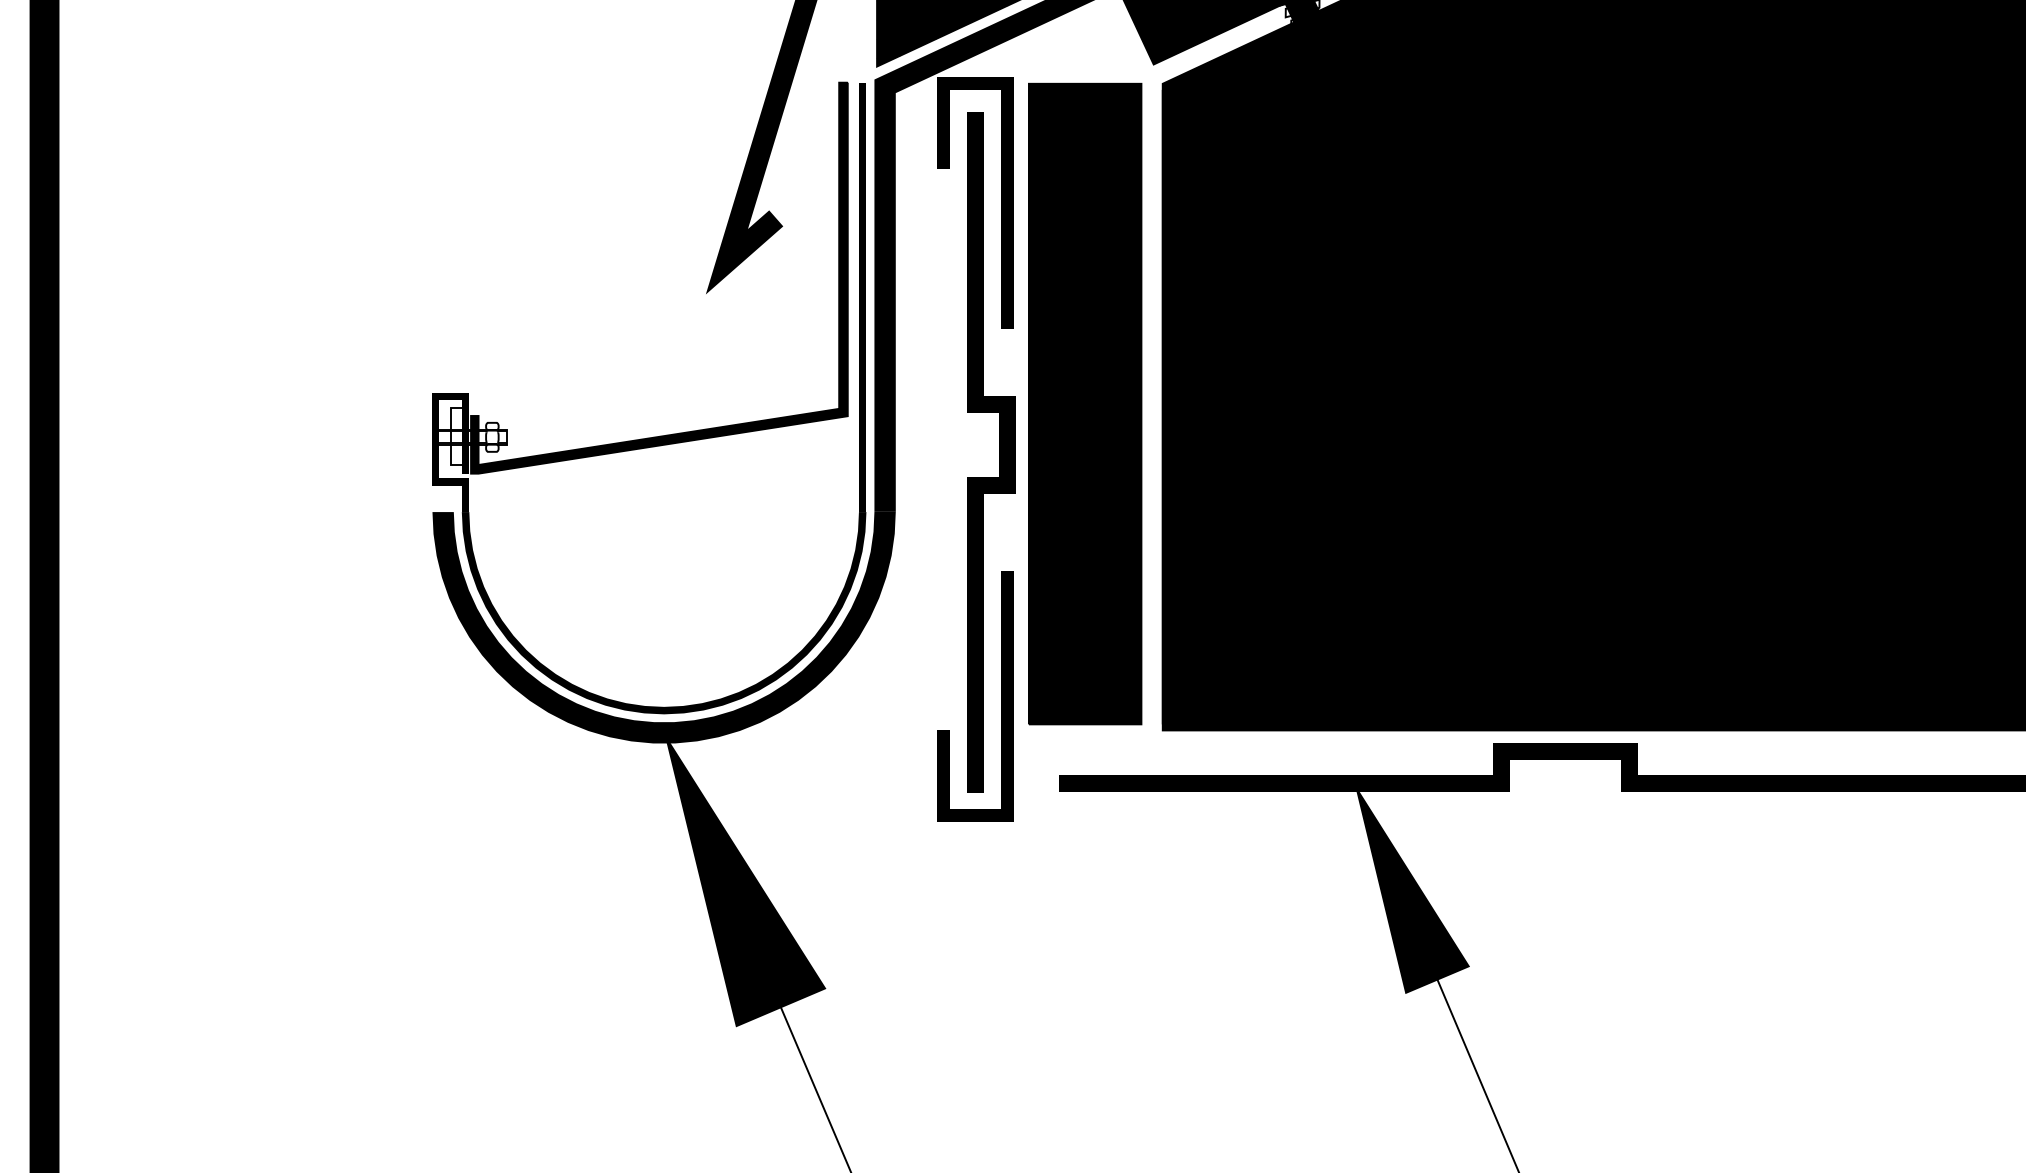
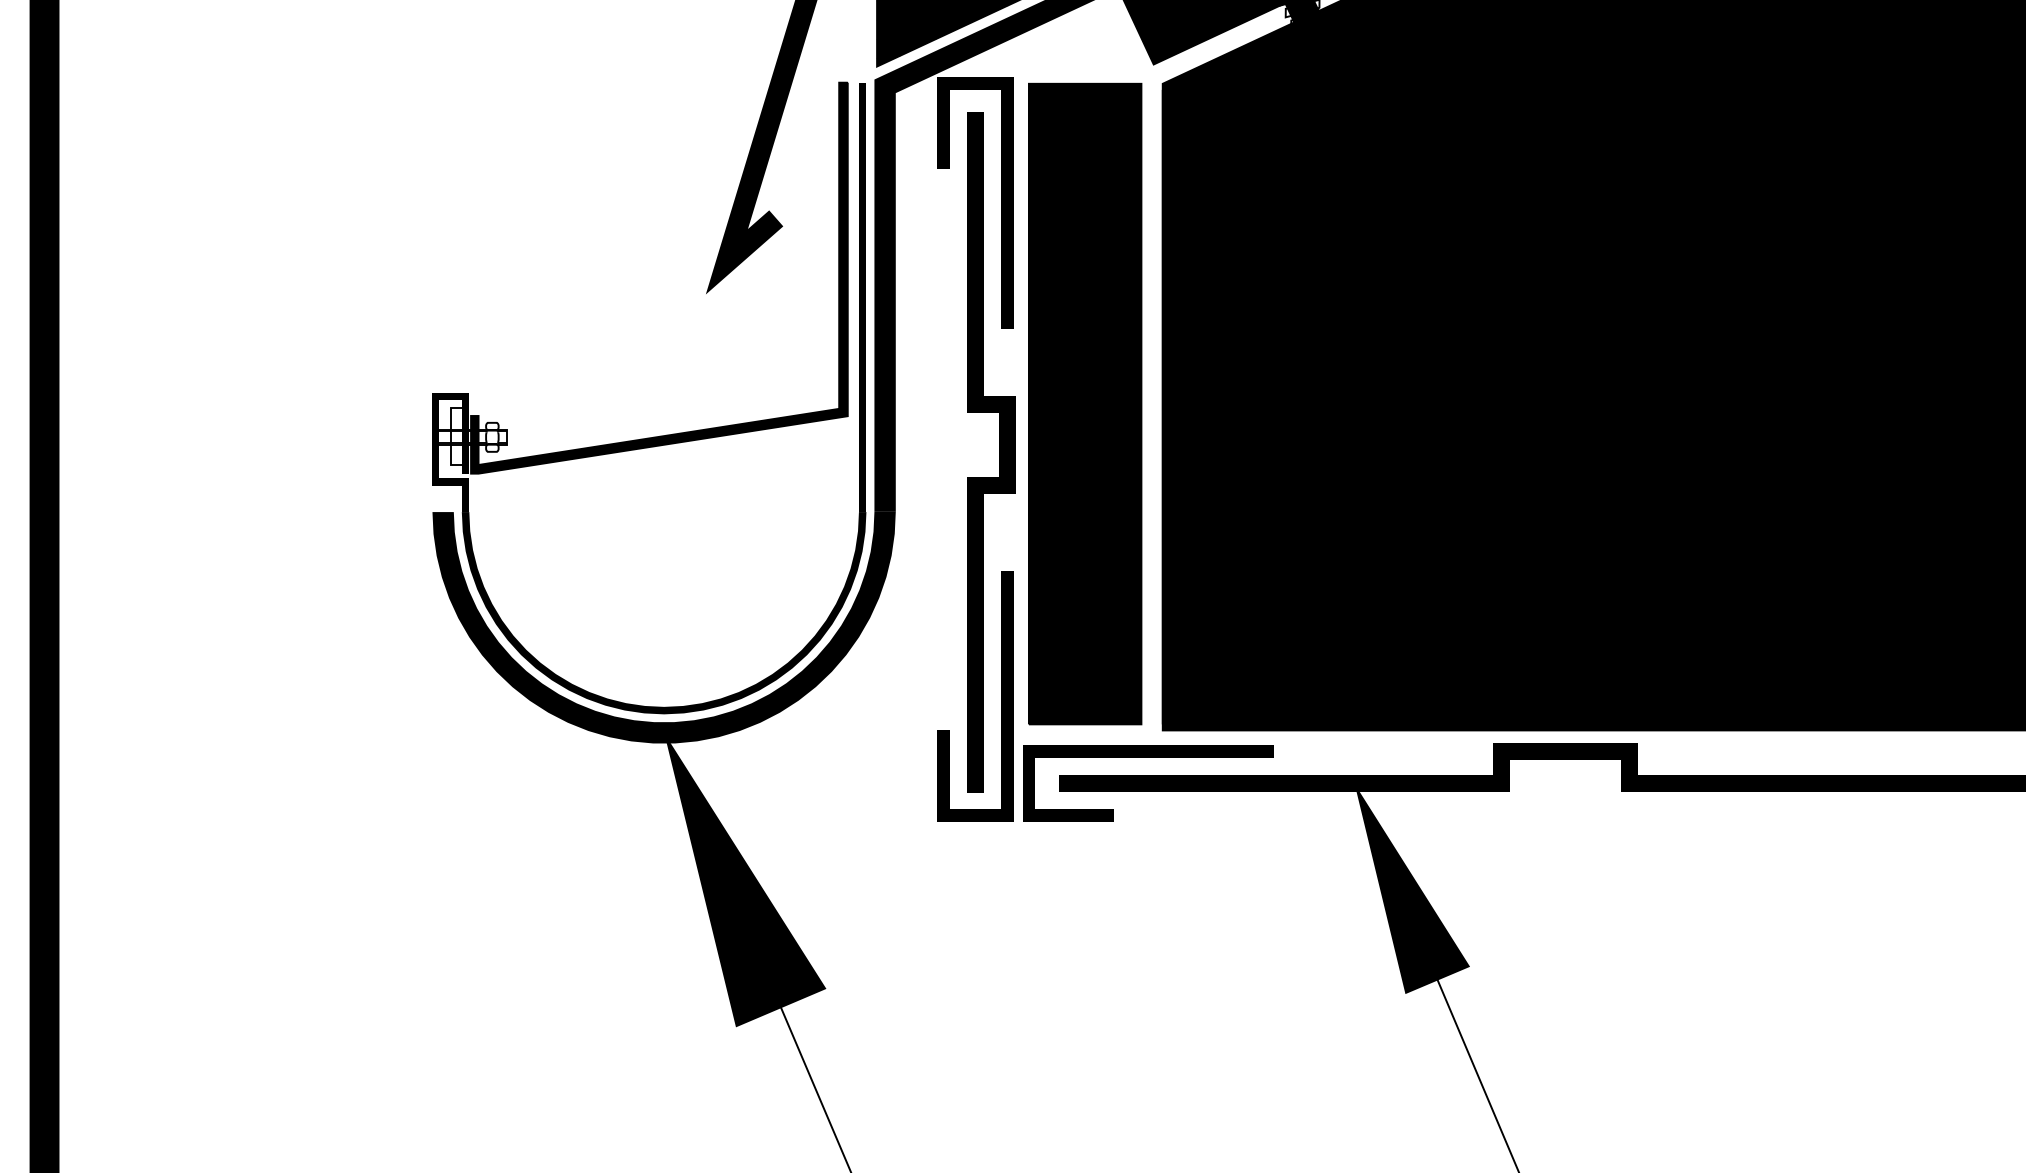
line at (1148, 757): none -> present
